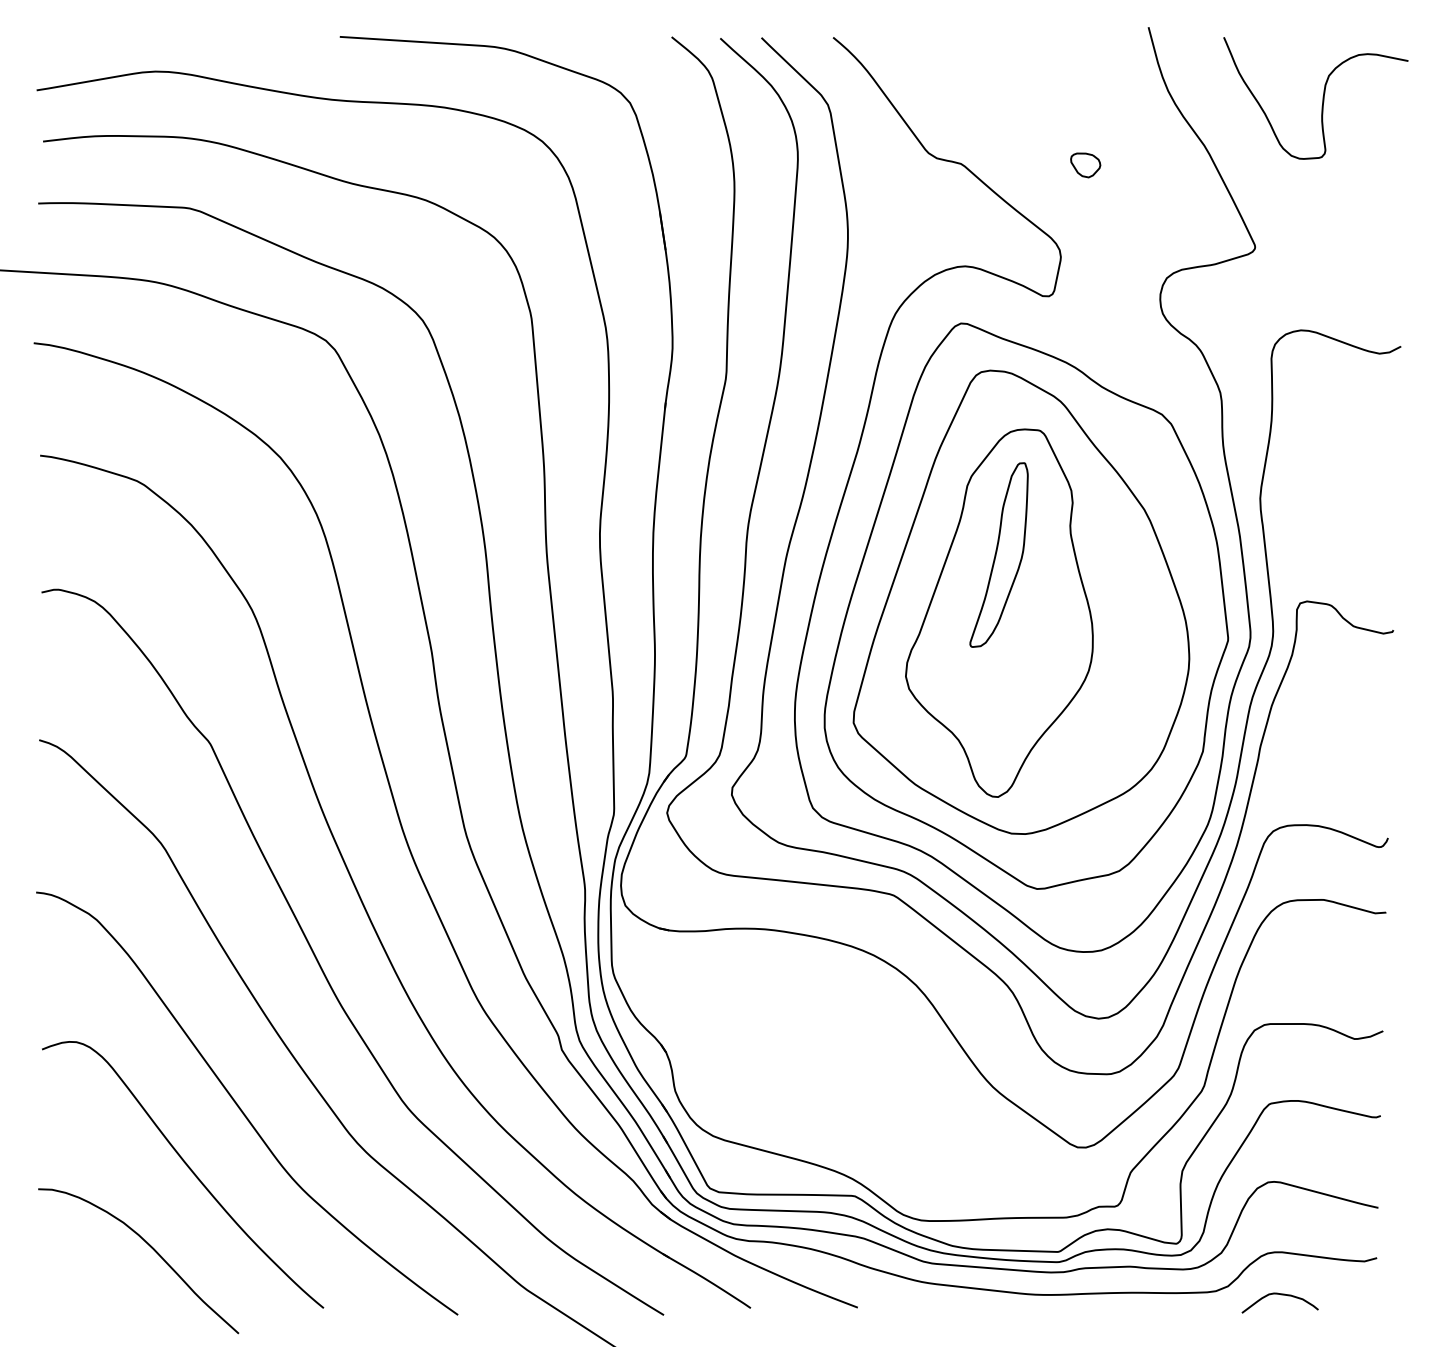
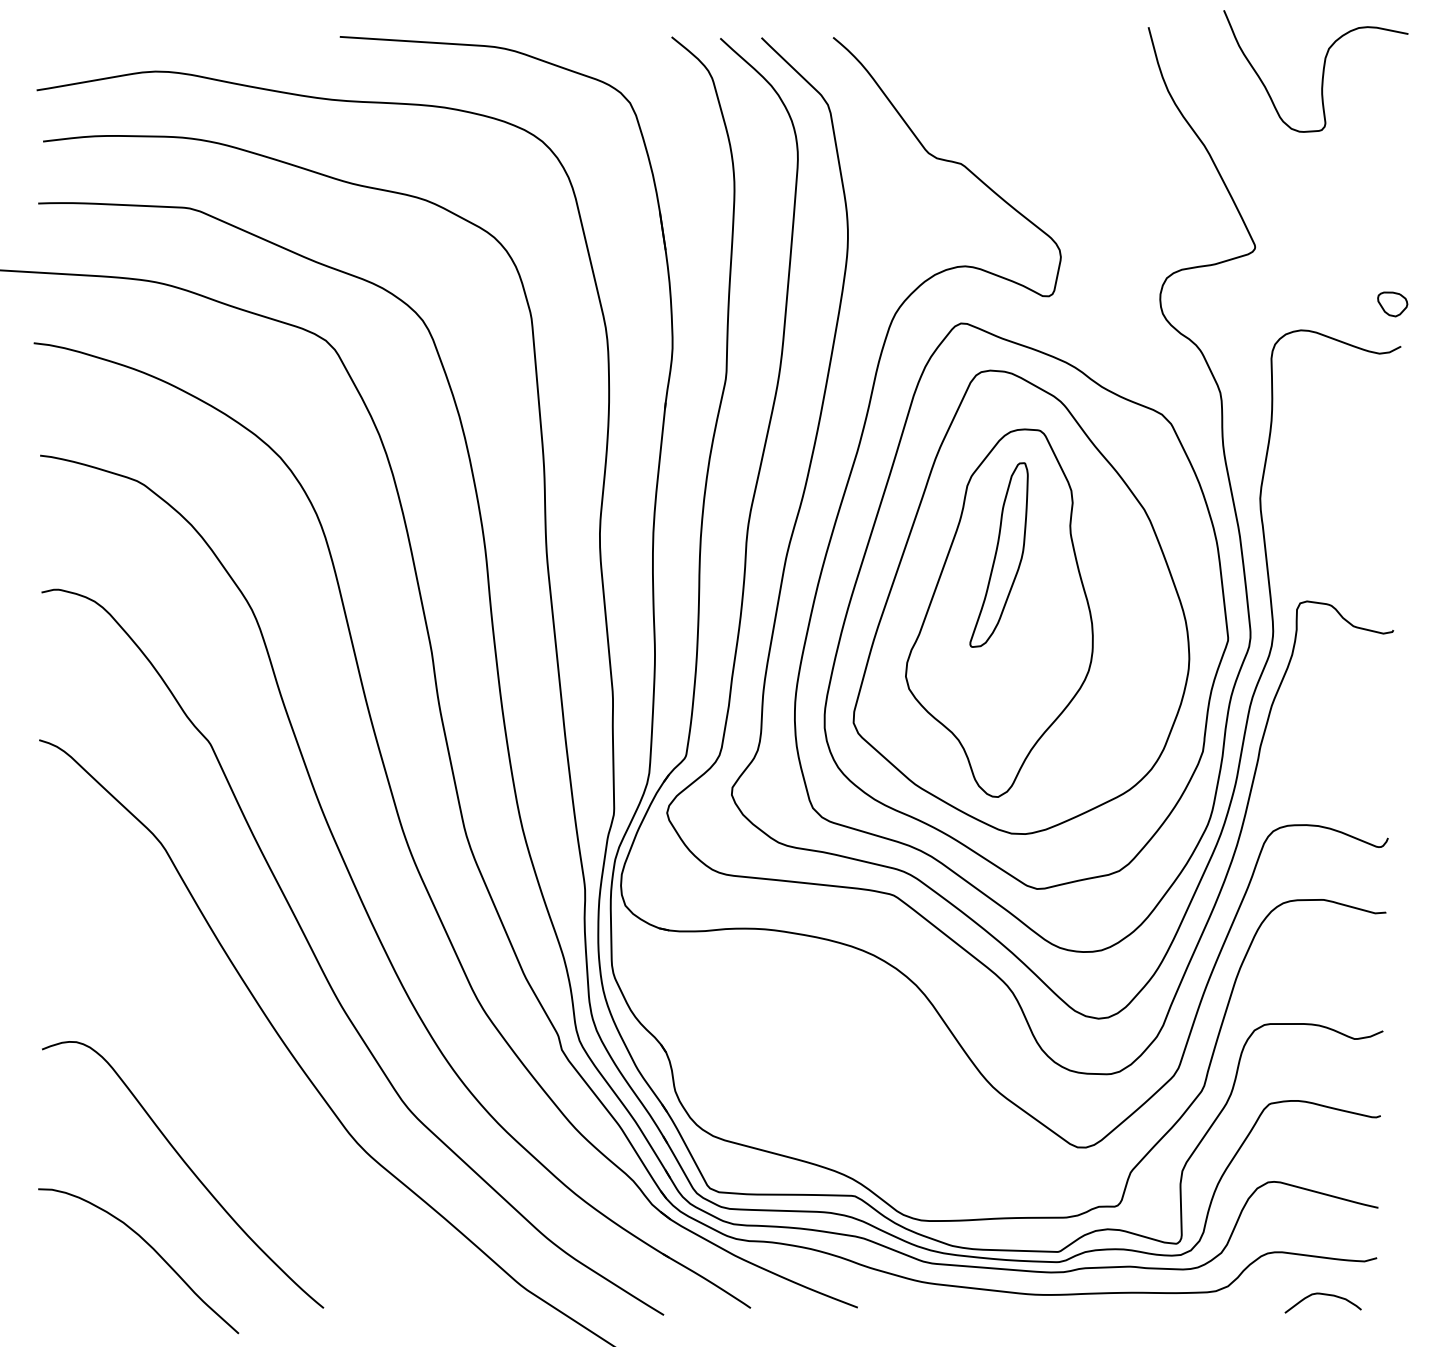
curve at (1322, 98) position: (1322, 98) -> (1322, 71)
part at (1085, 165) position: (1085, 165) -> (1392, 304)
curve at (240, 1107): present -> none
curve at (1281, 1295) position: (1281, 1295) -> (1324, 1295)
